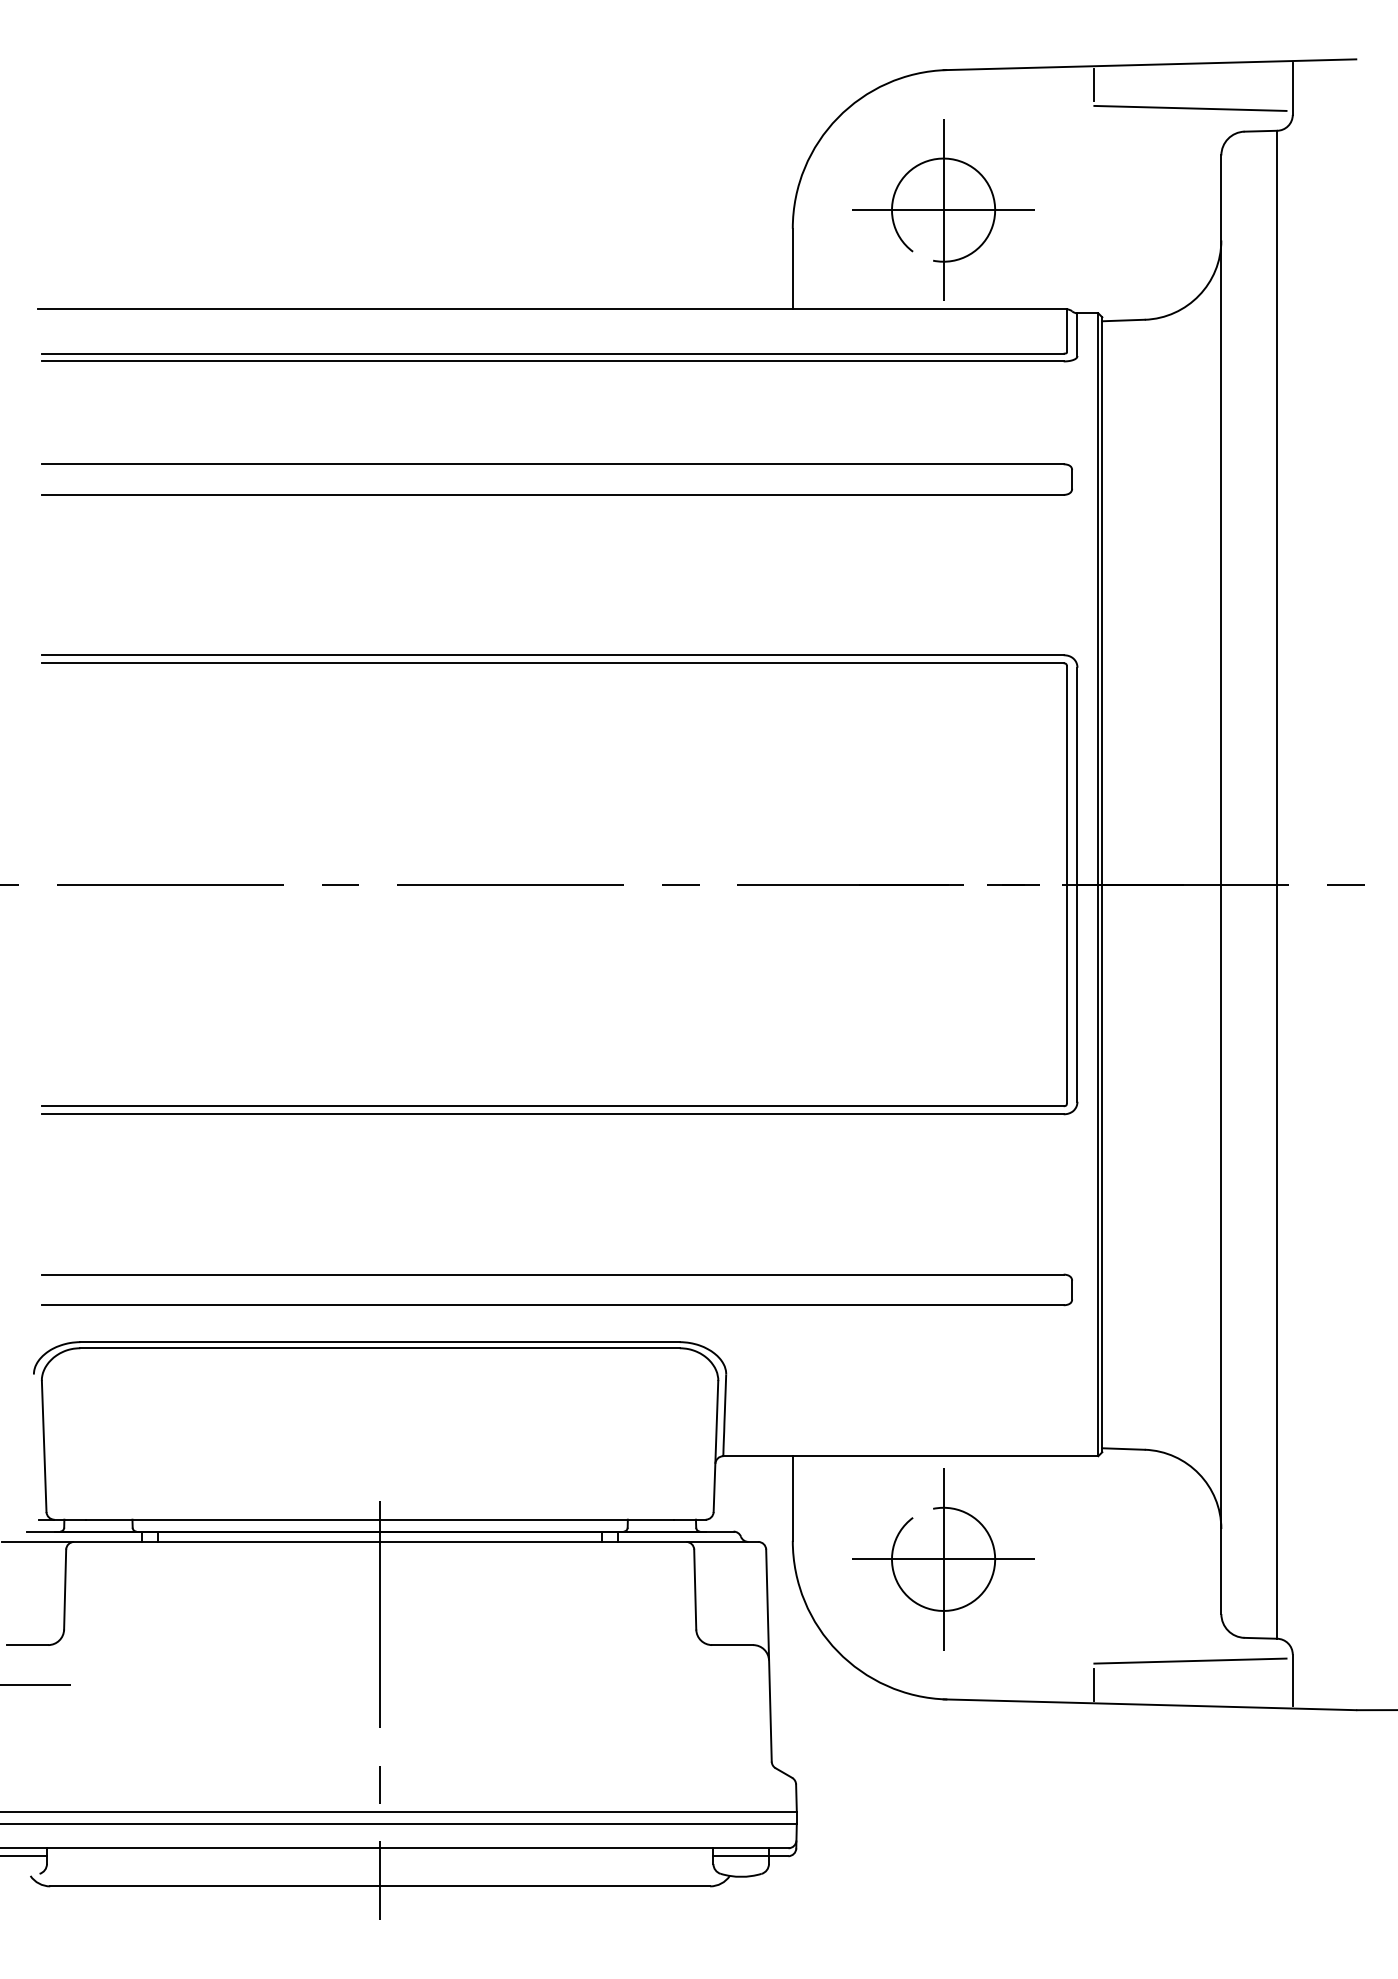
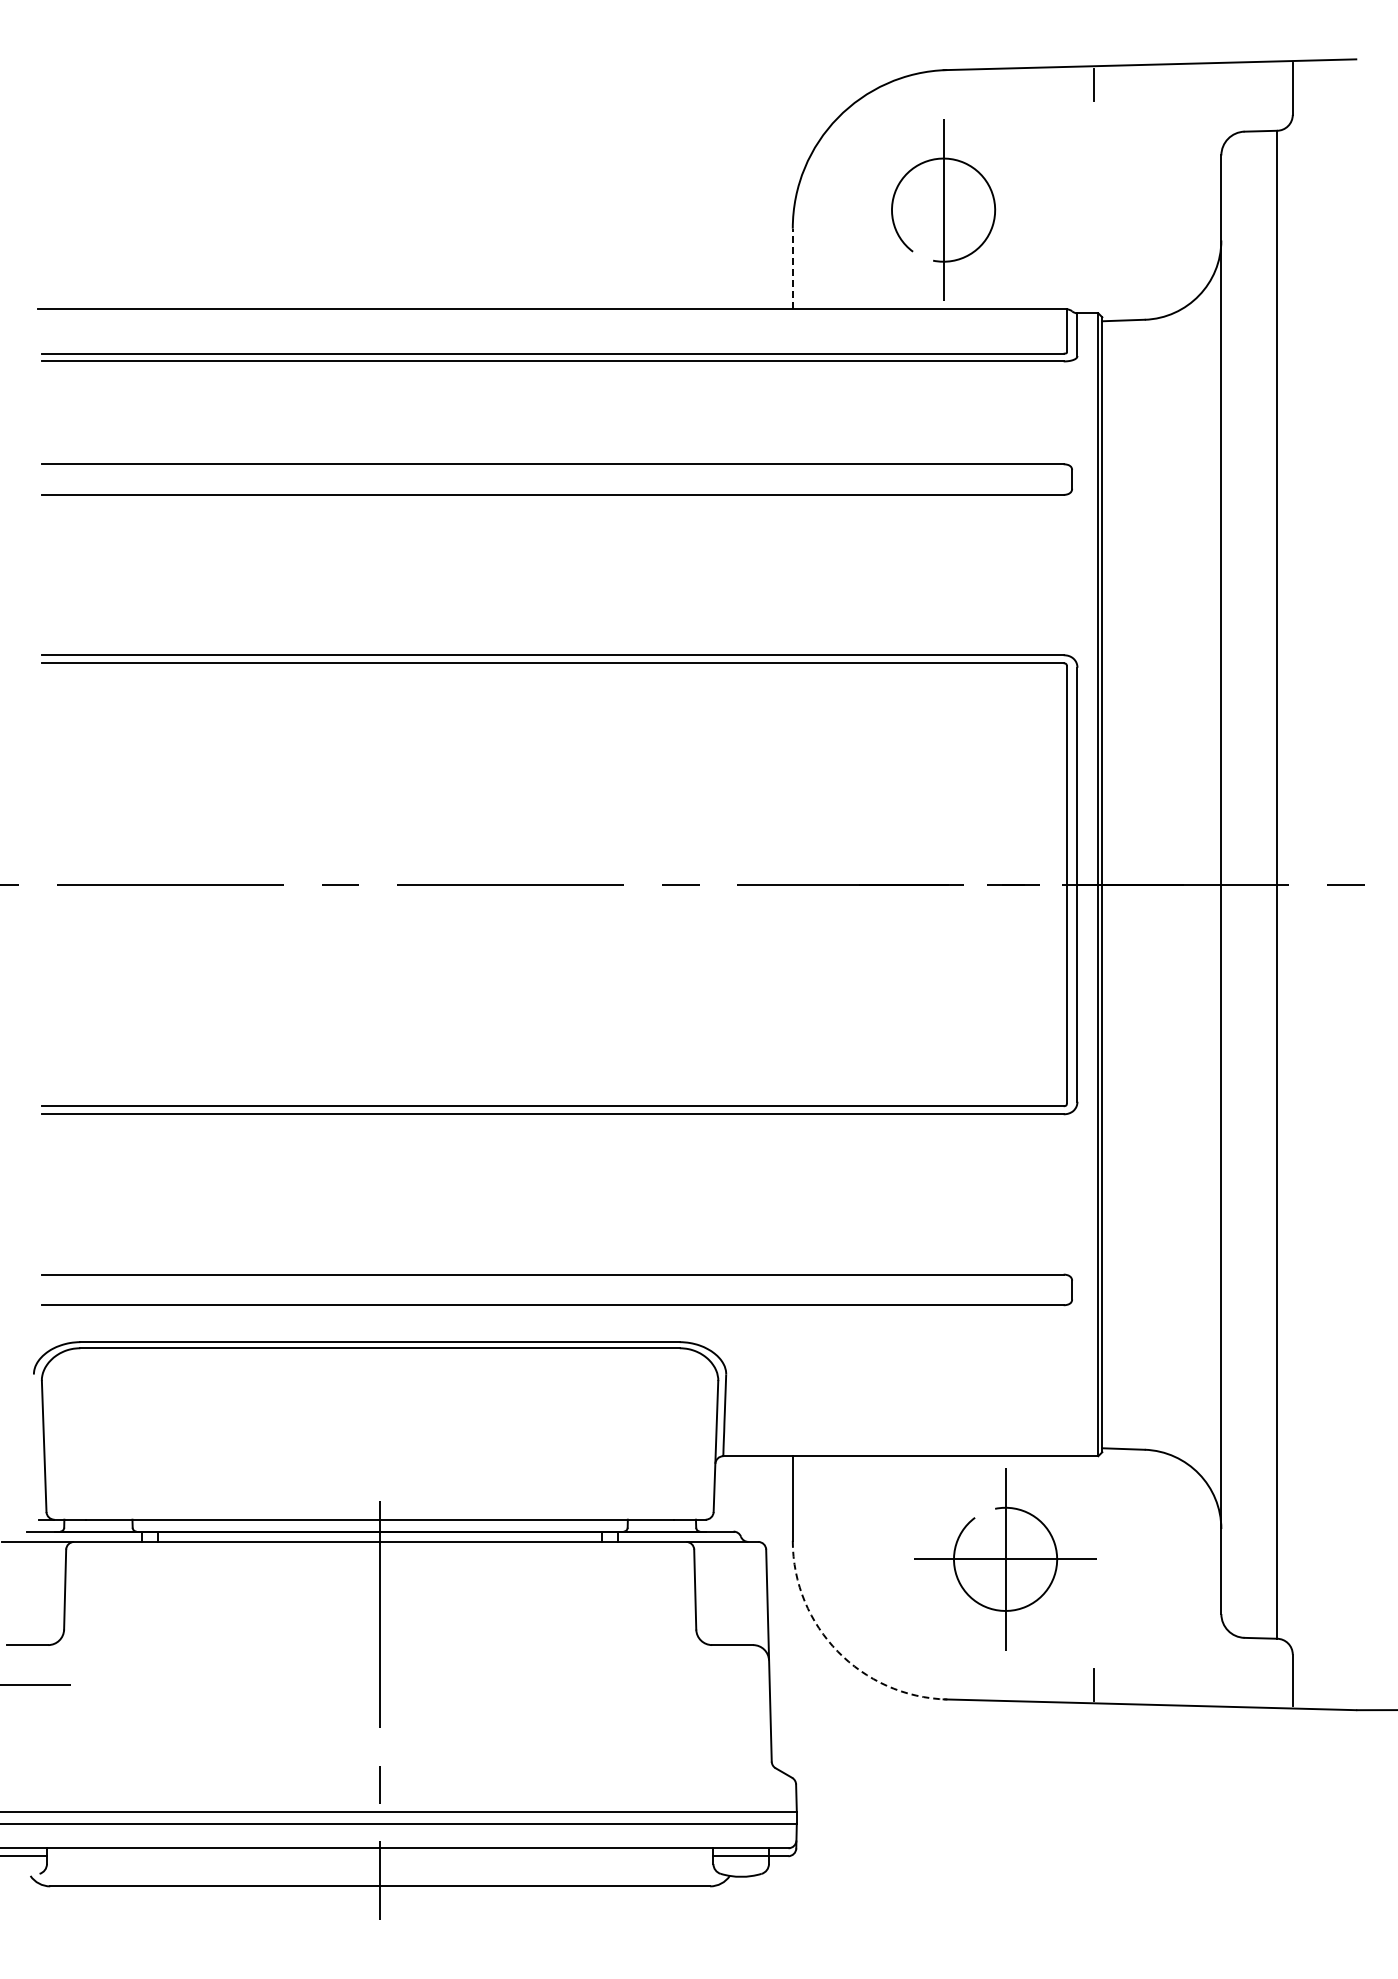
line at (1190, 107): present -> none
line at (943, 210): present -> none
line at (792, 268): solid -> dashed
part at (943, 1559) position: (943, 1559) -> (1005, 1559)
arc at (837, 1651): solid -> dashed
line at (1190, 1660): present -> none
